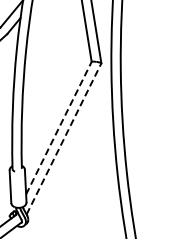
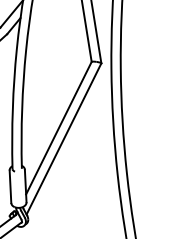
line at (58, 128): dashed -> solid
line at (64, 138): dashed -> solid
